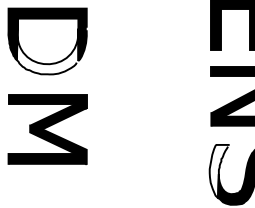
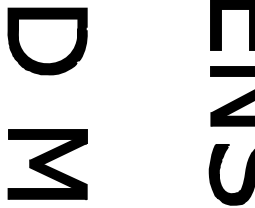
fill at (47, 46): none -> present
part at (47, 129) position: (47, 129) -> (47, 164)
fill at (219, 171): none -> present
